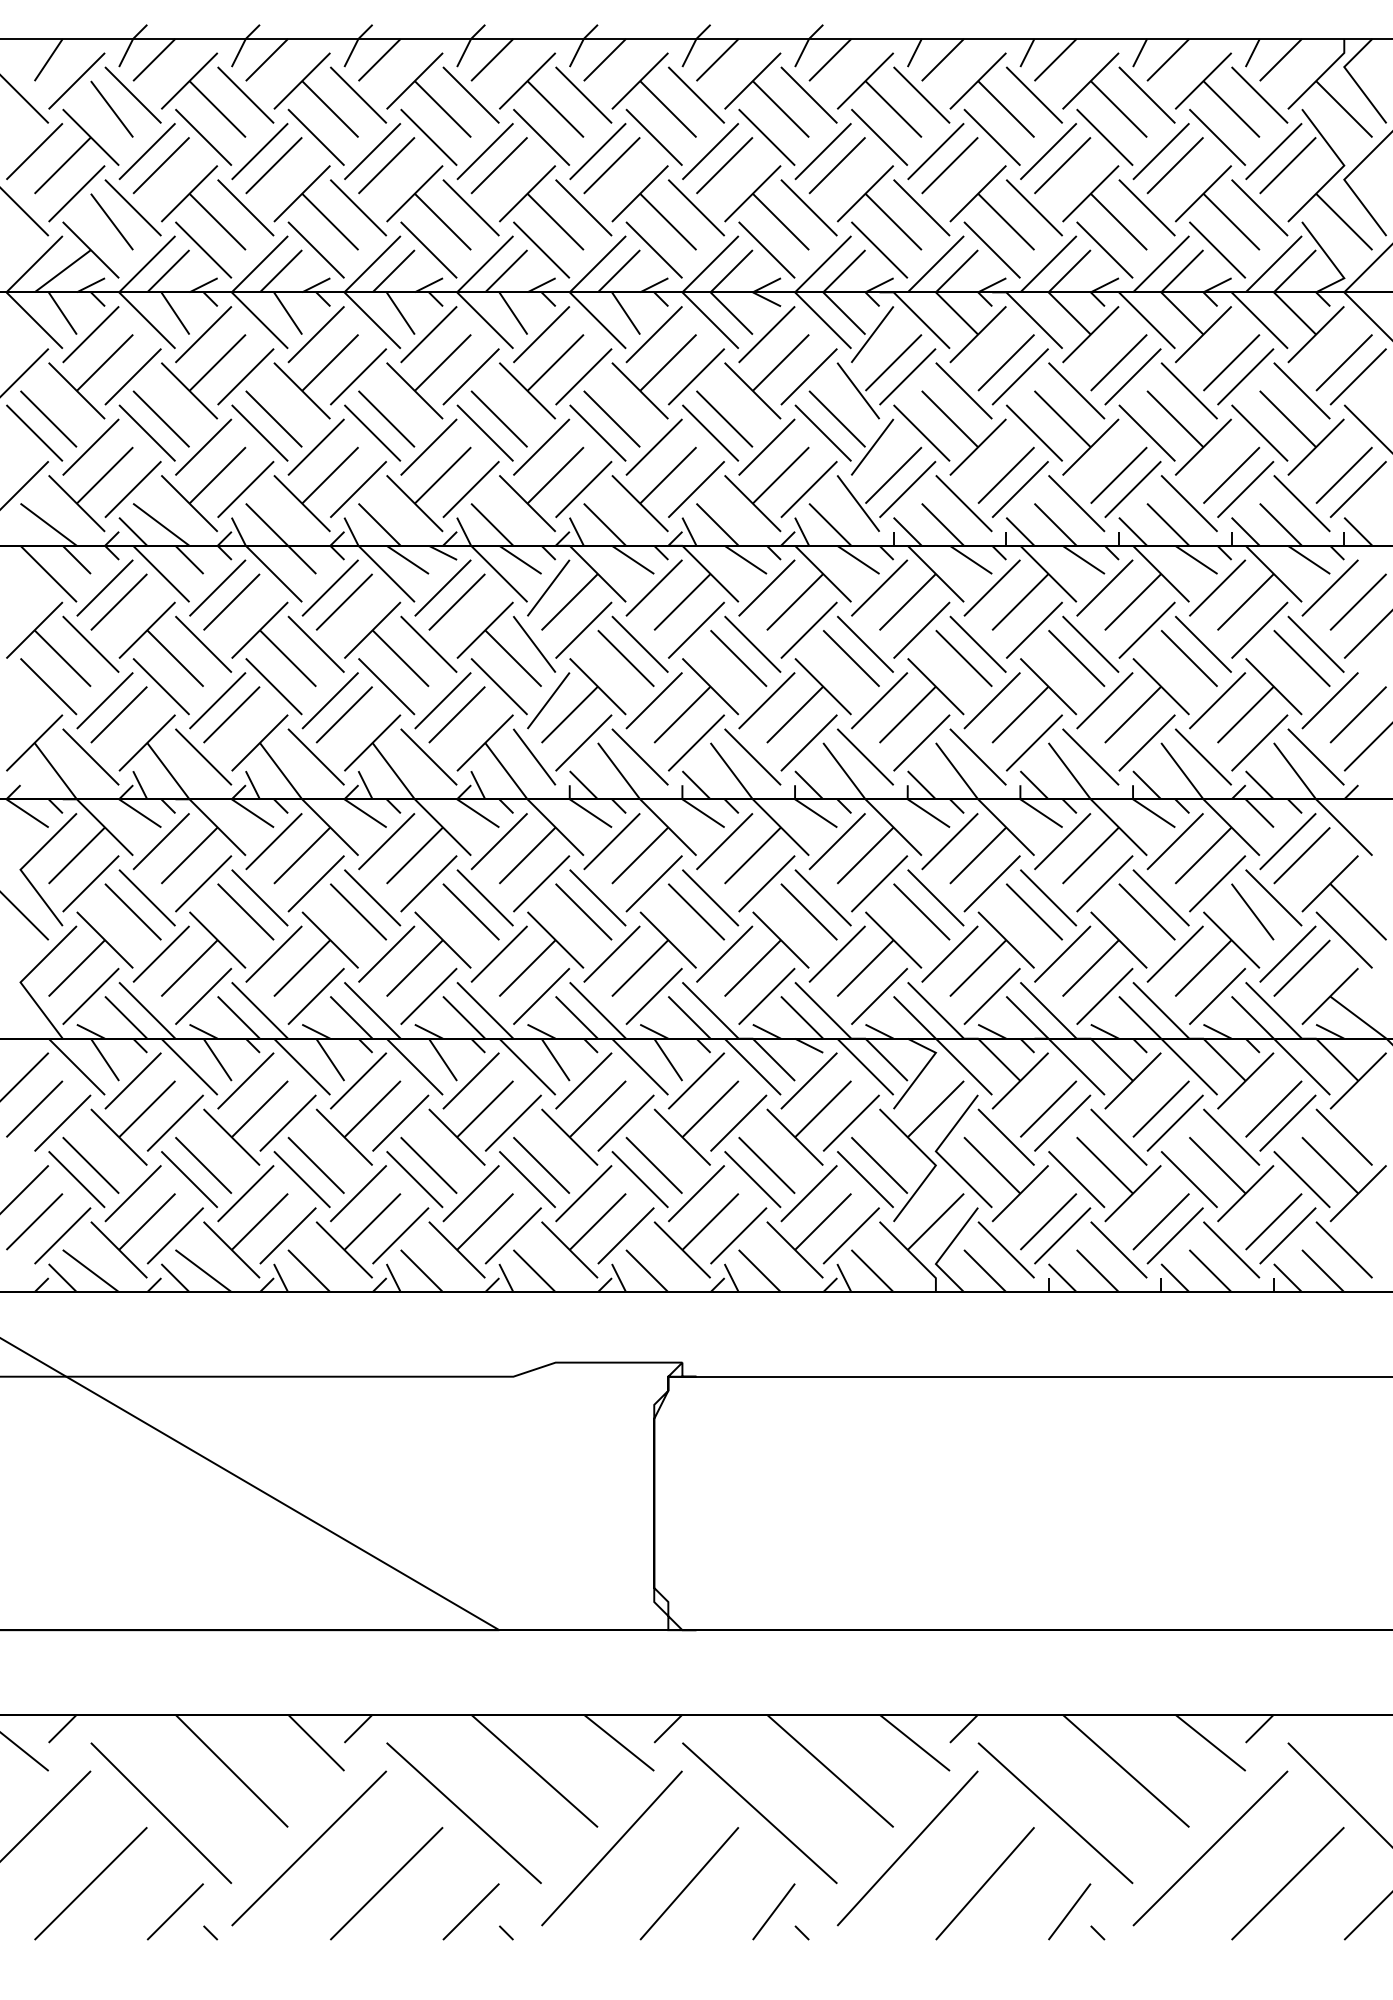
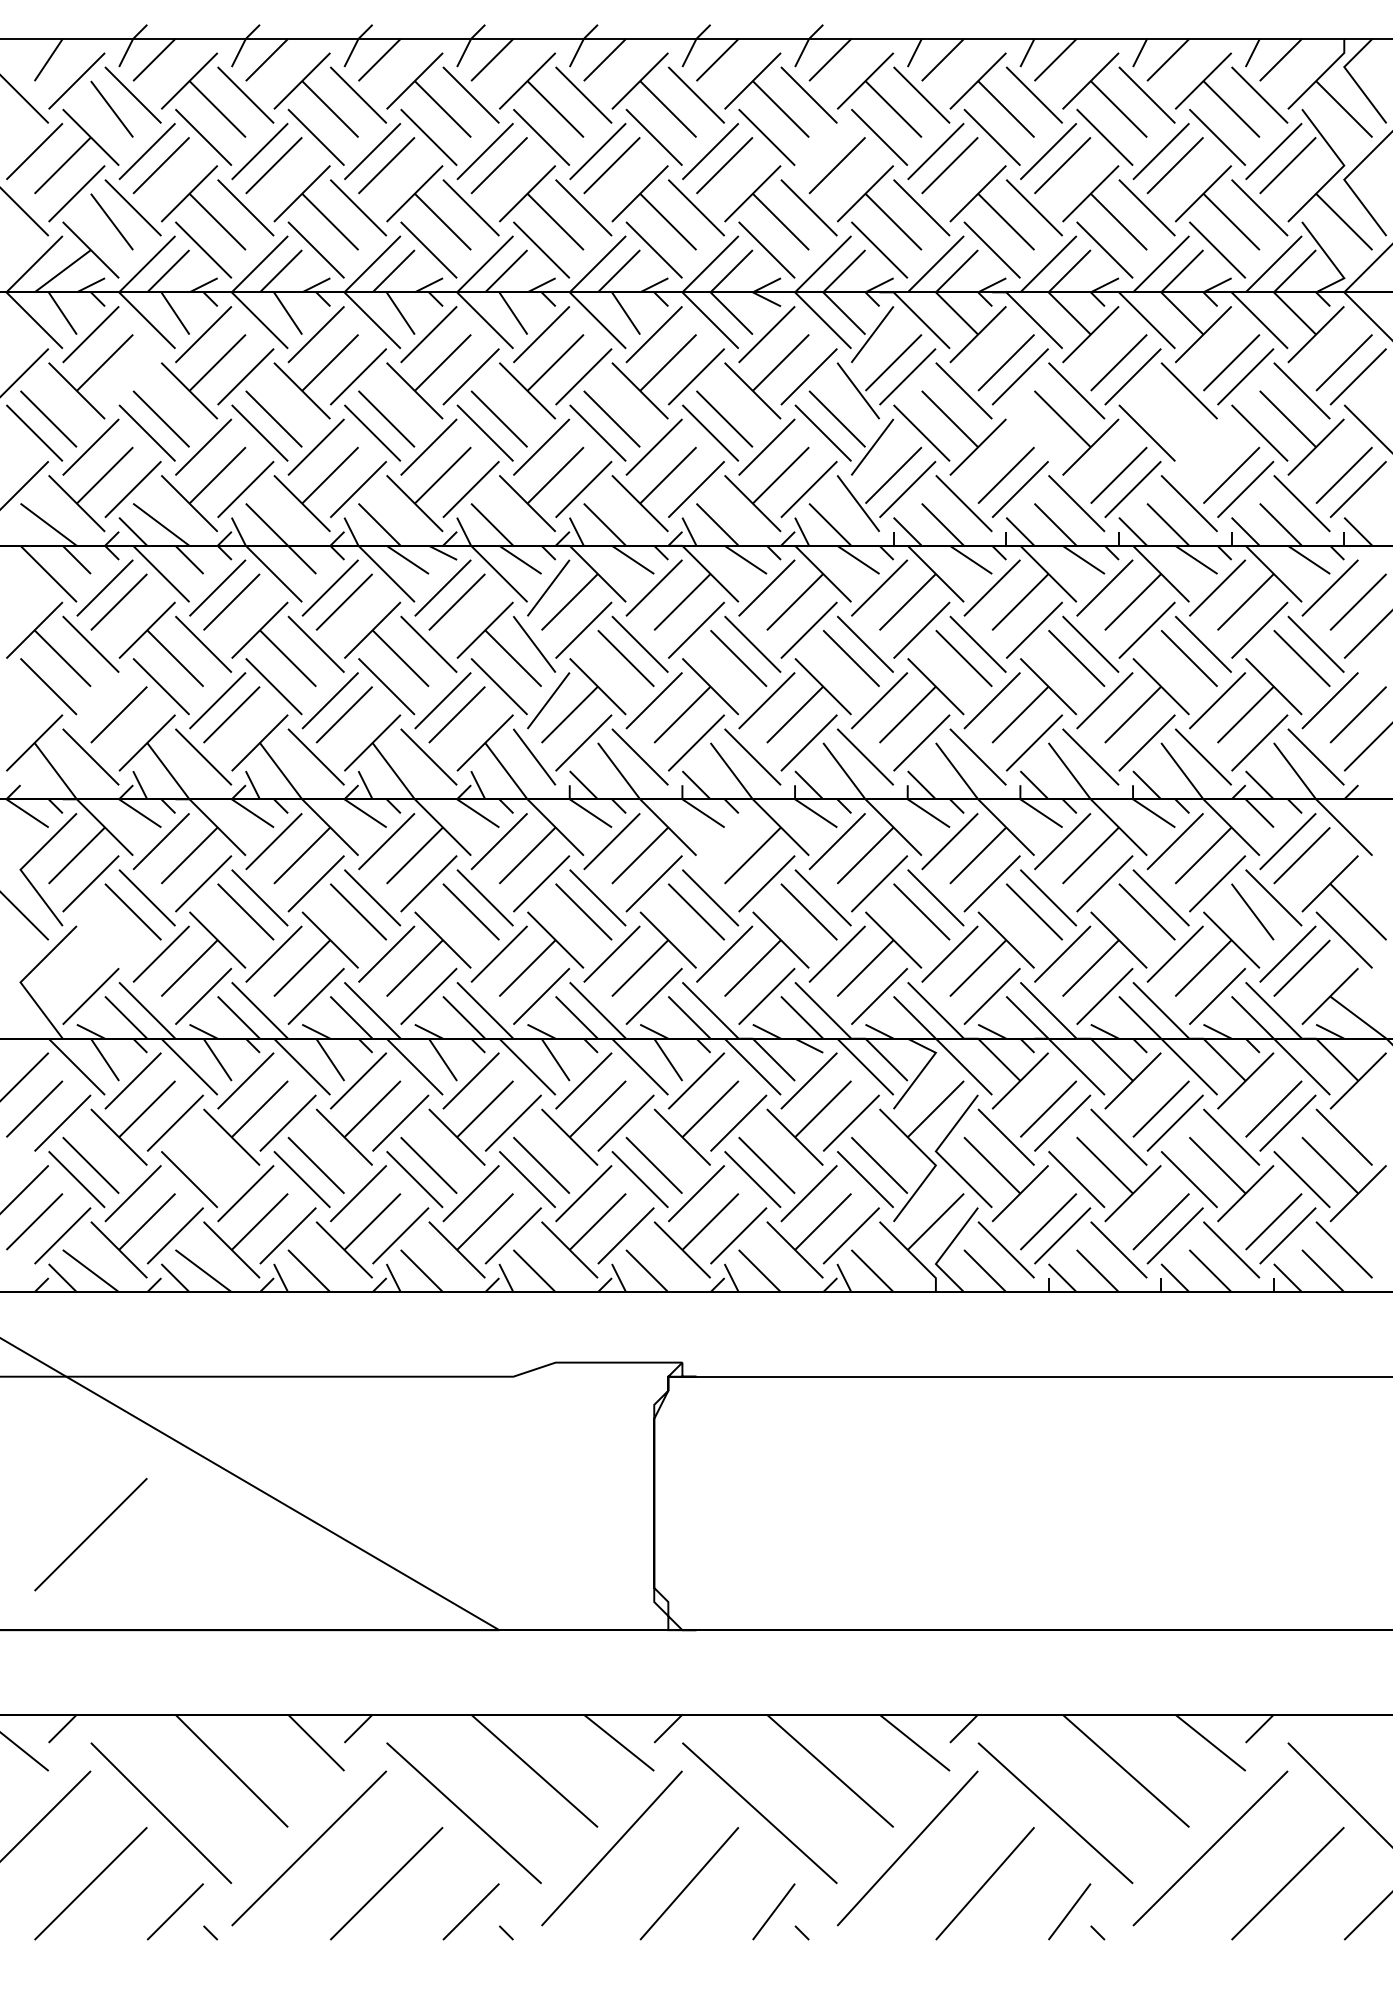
line at (822, 151): present -> none
line at (132, 376): present -> none
line at (1033, 432): present -> none
part at (1188, 432): present -> none
line at (104, 700): present -> none
line at (724, 841): present -> none
part at (90, 953): present -> none
line at (203, 1165): present -> none
line at (90, 1534): none -> present
